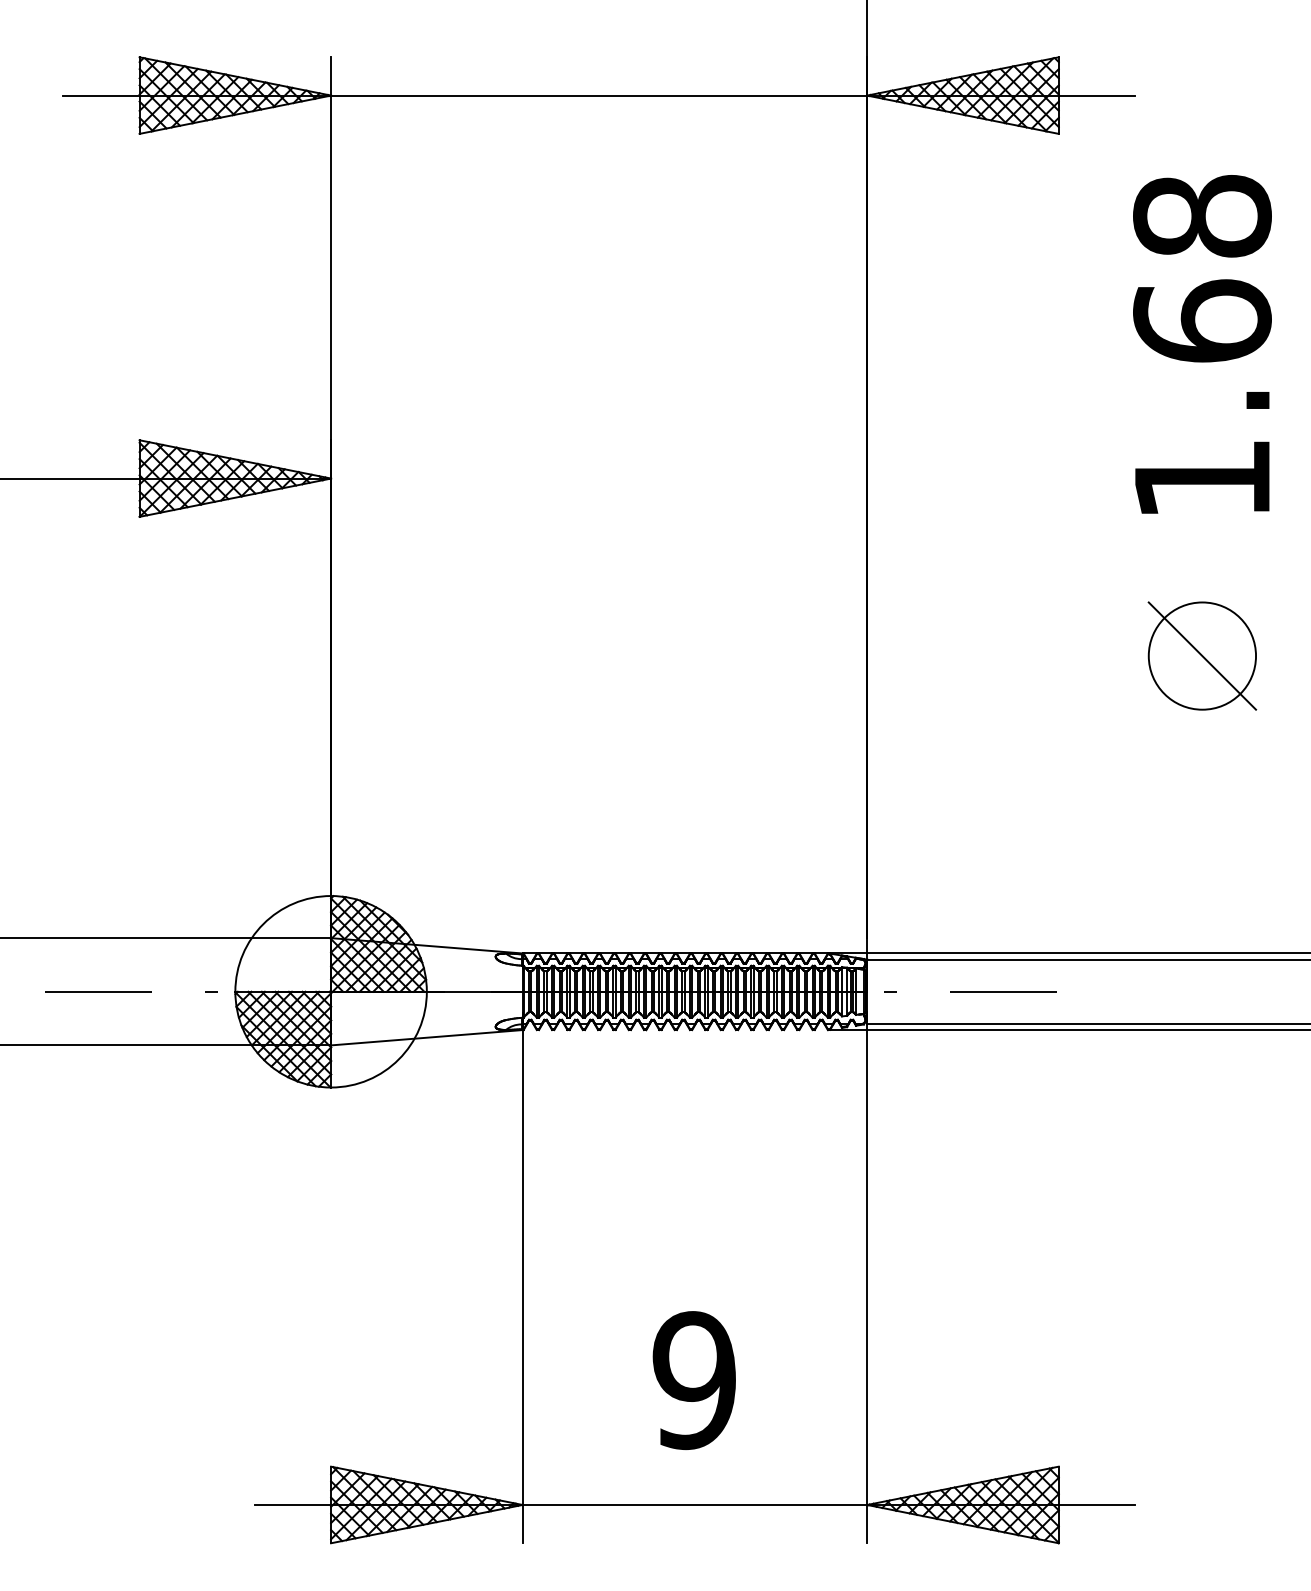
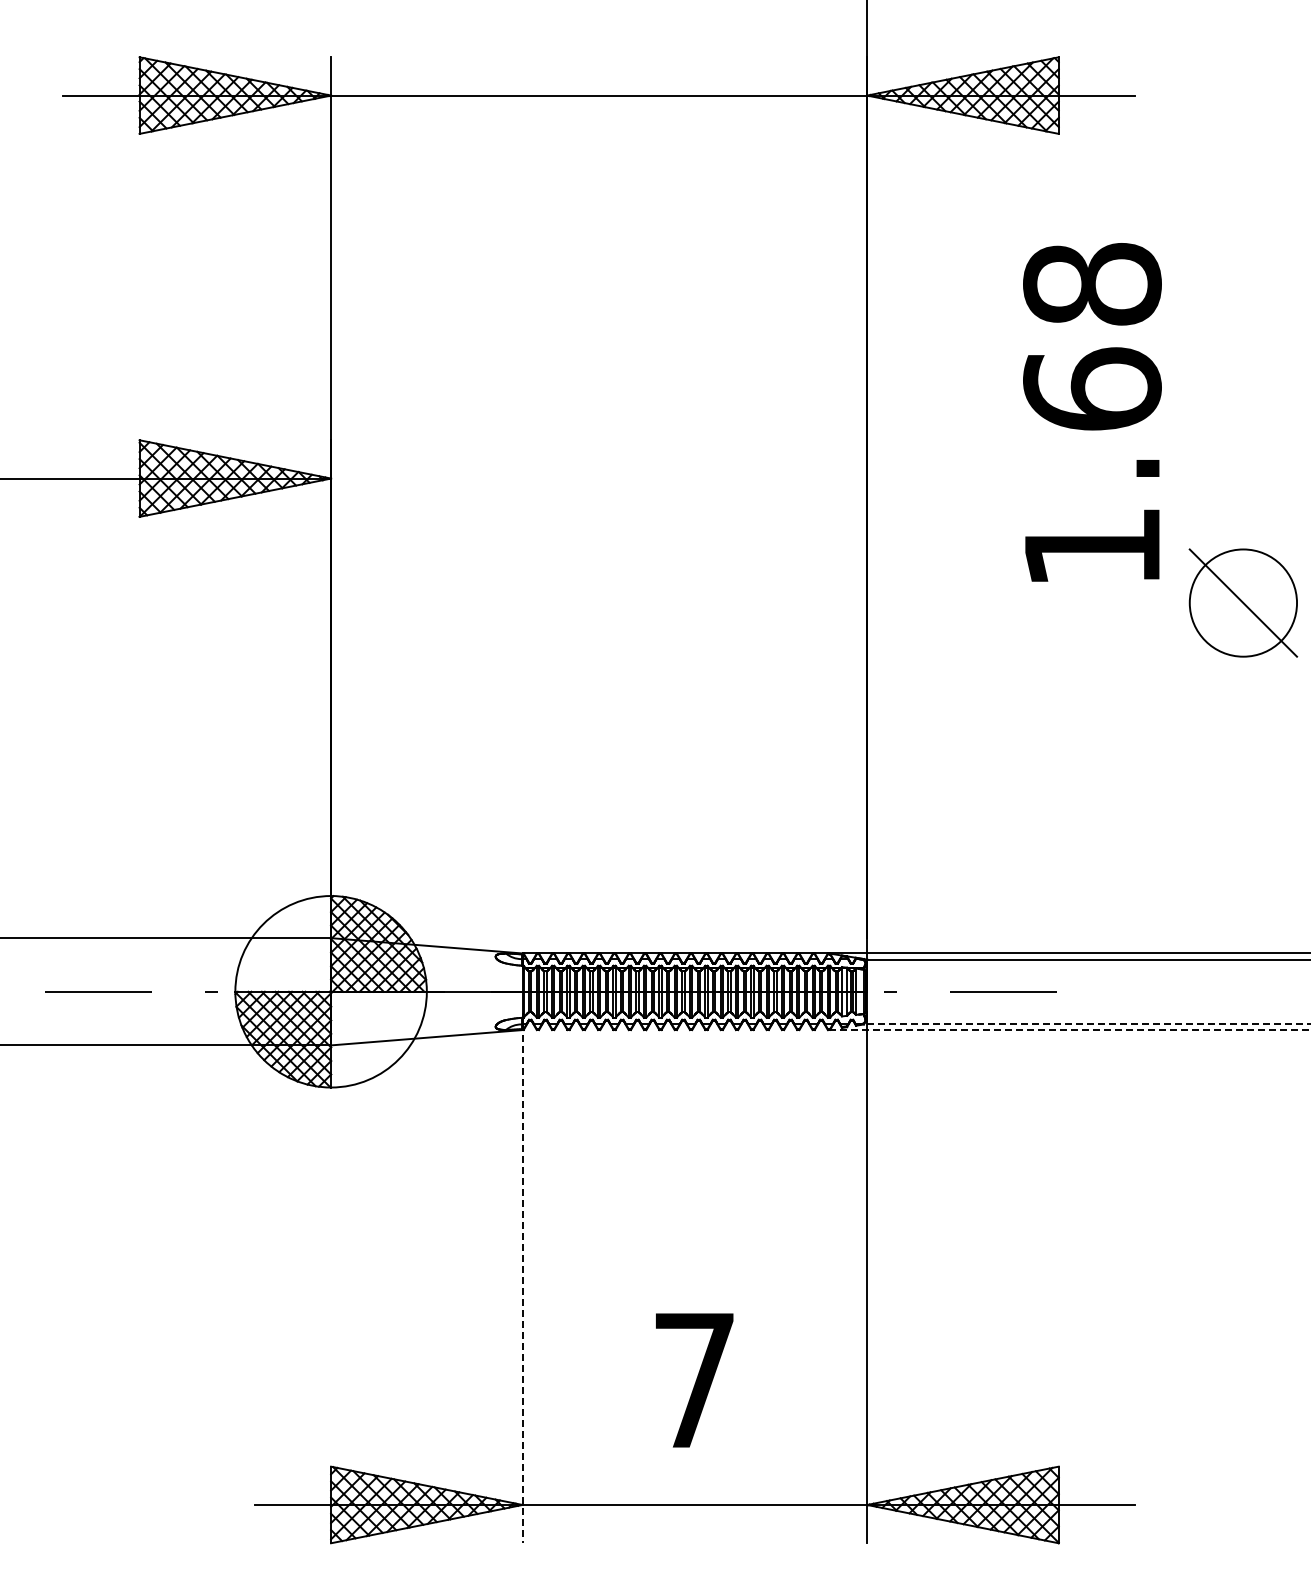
text at (1202, 344) position: (1202, 344) -> (1092, 412)
part at (1202, 655) position: (1202, 655) -> (1243, 602)
line at (1089, 1023): solid -> dashed
line at (1069, 1030): solid -> dashed
line at (522, 1278): solid -> dashed
text at (693, 1380): 9 -> 7
